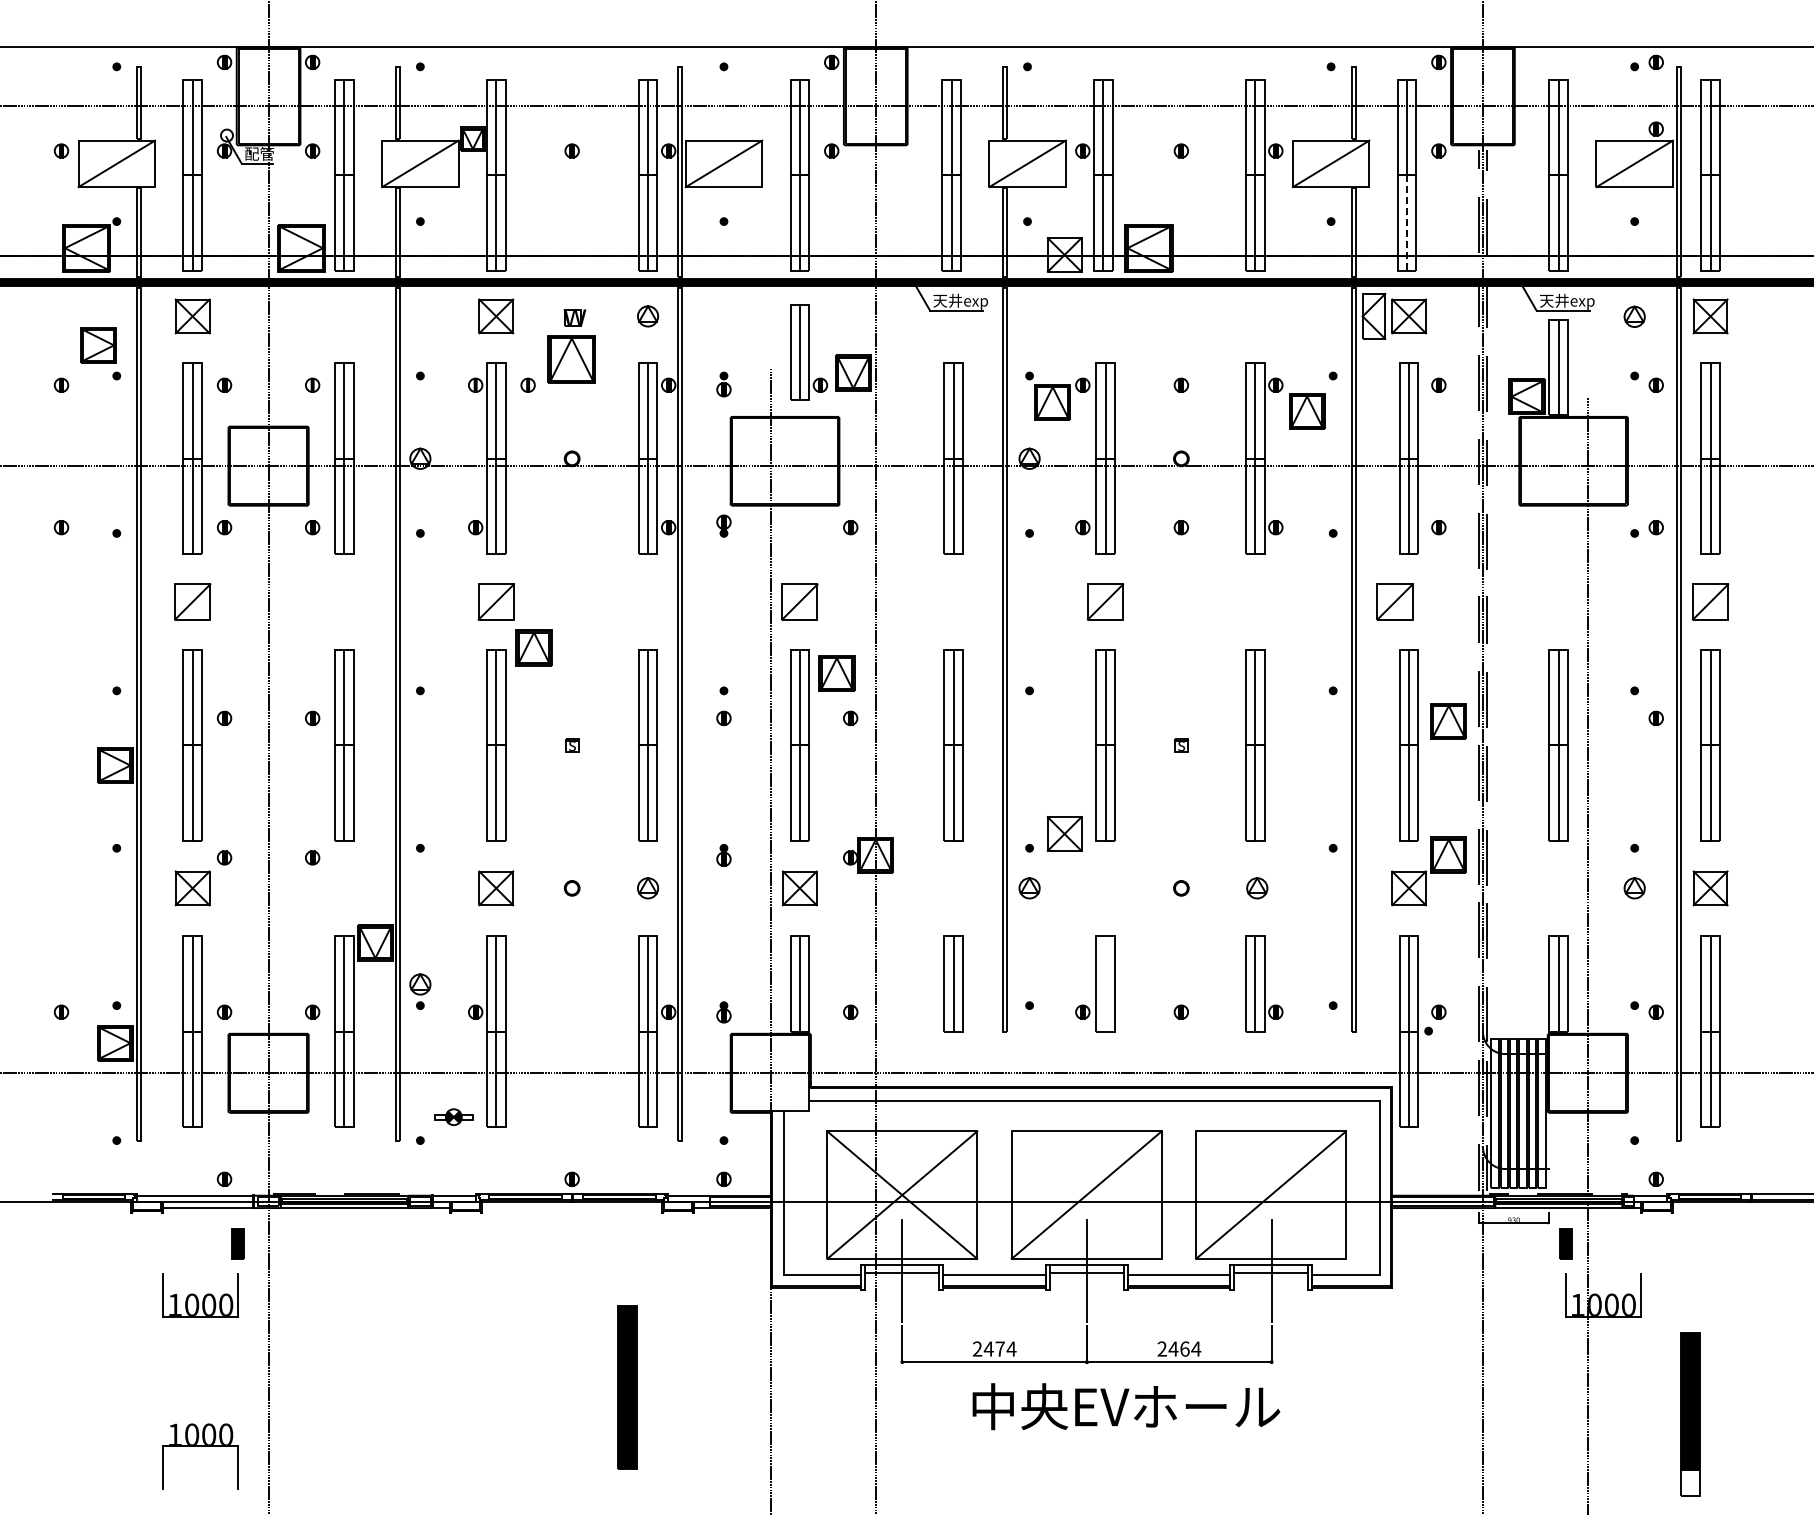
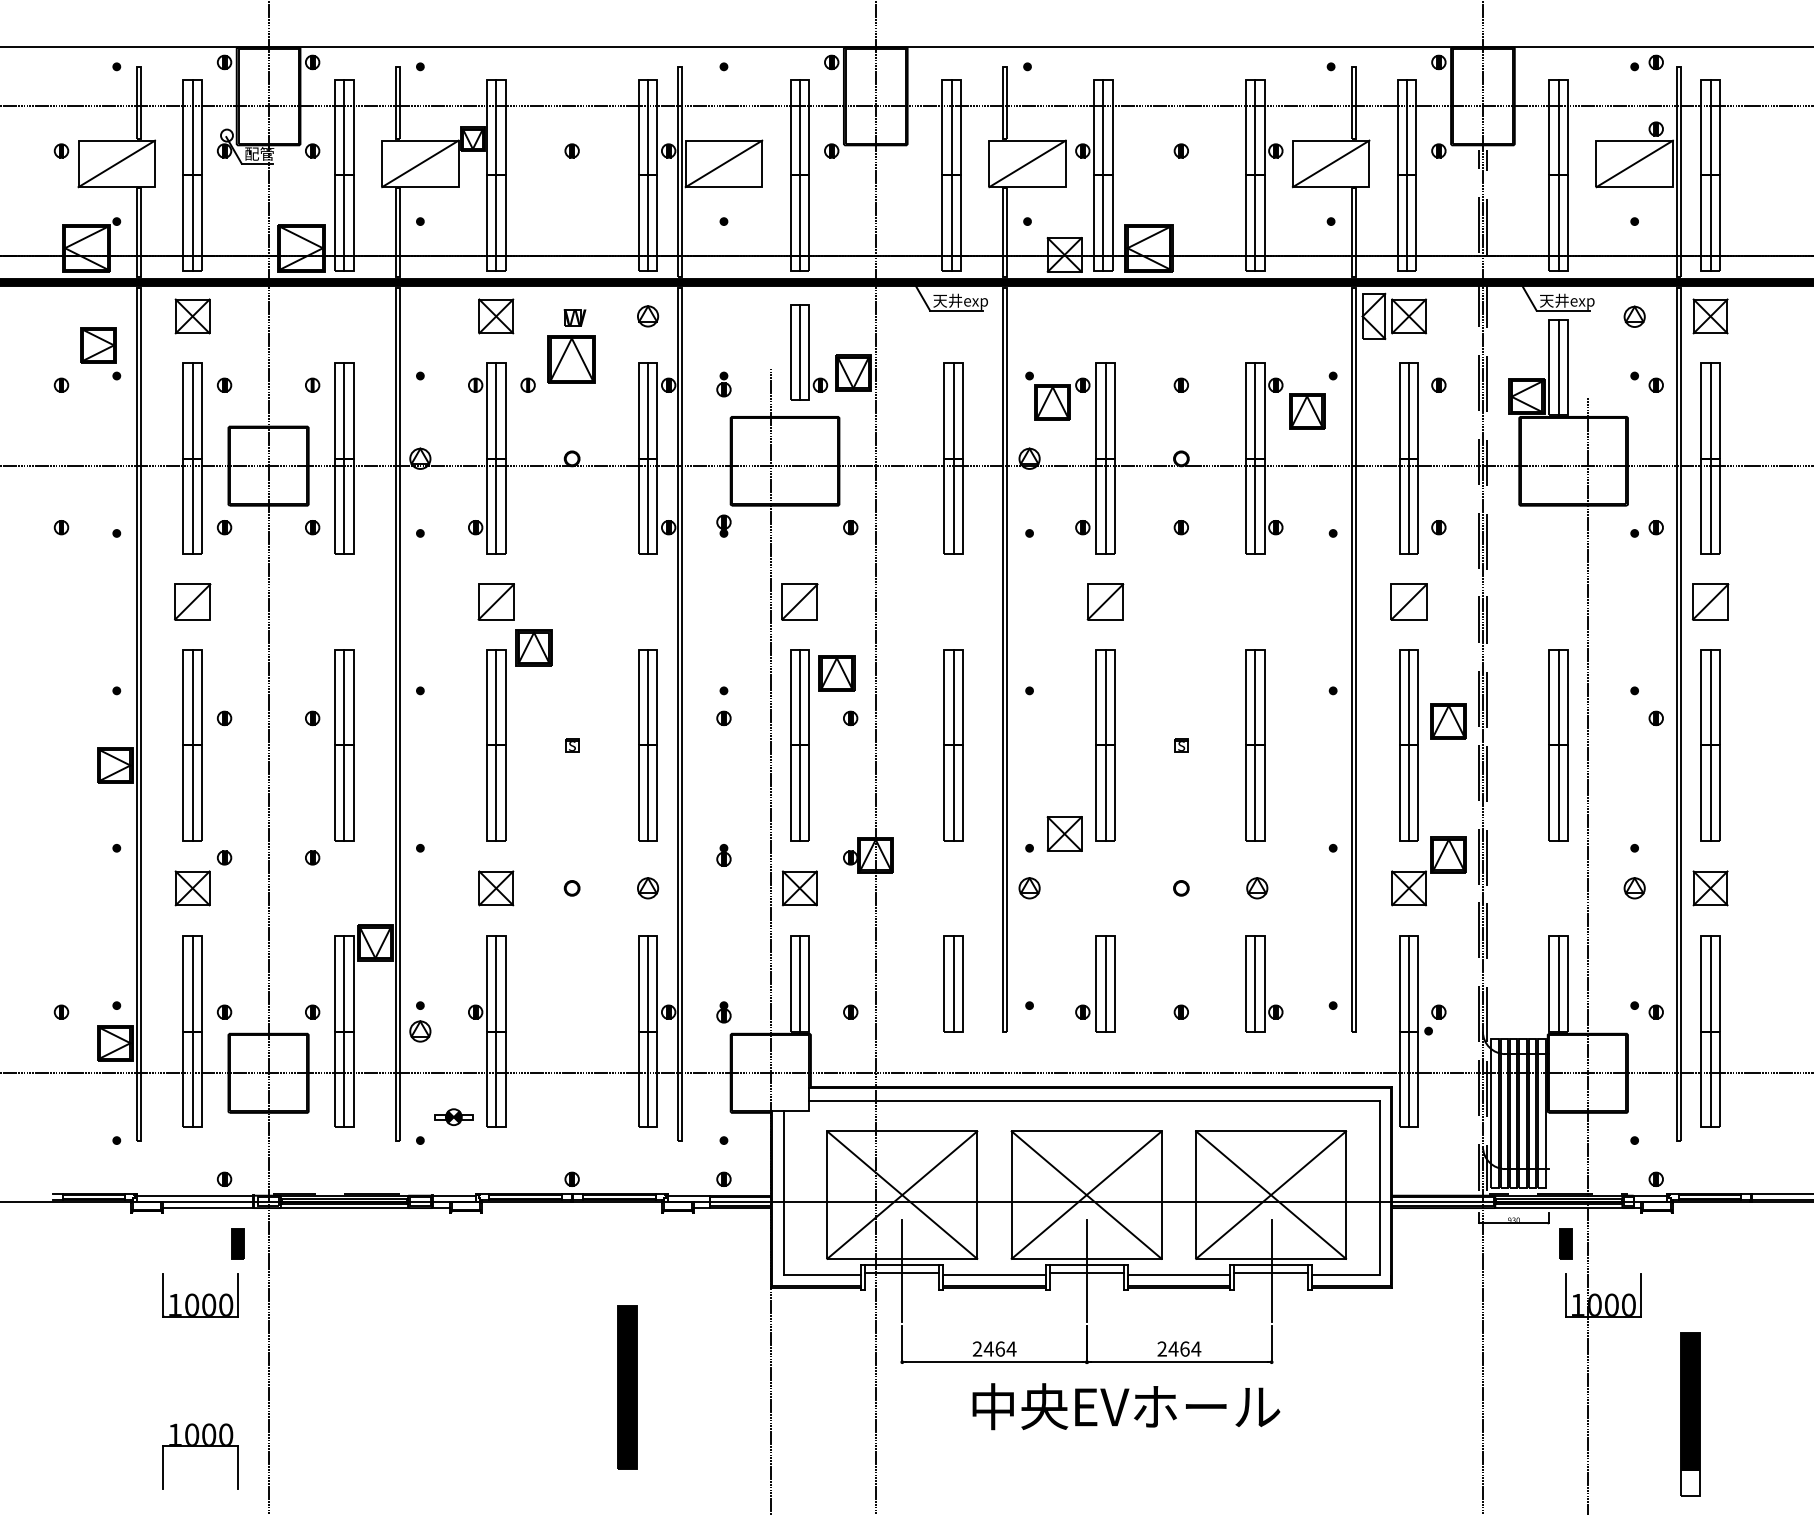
line at (1407, 222): dashed -> solid
part at (1394, 601) position: (1394, 601) -> (1408, 601)
line at (1105, 983): none -> present
part at (420, 984) position: (420, 984) -> (420, 1031)
line at (1086, 1194): none -> present
line at (1271, 1194): none -> present
text at (999, 1348): 2474 -> 2464
